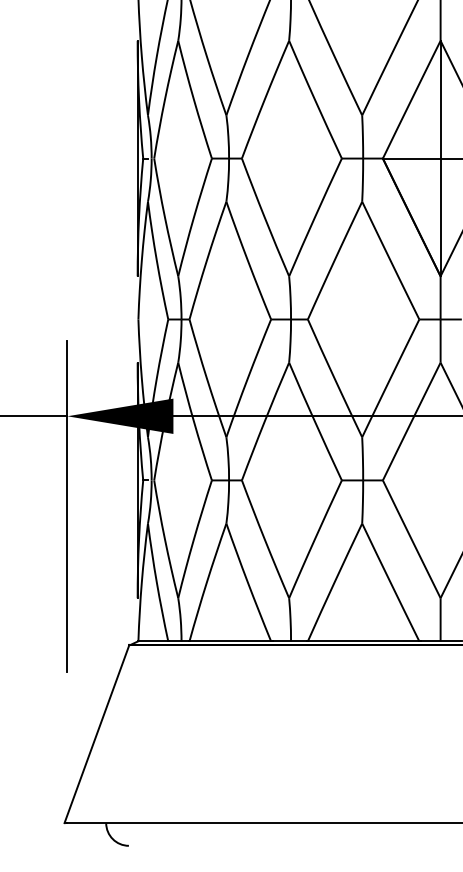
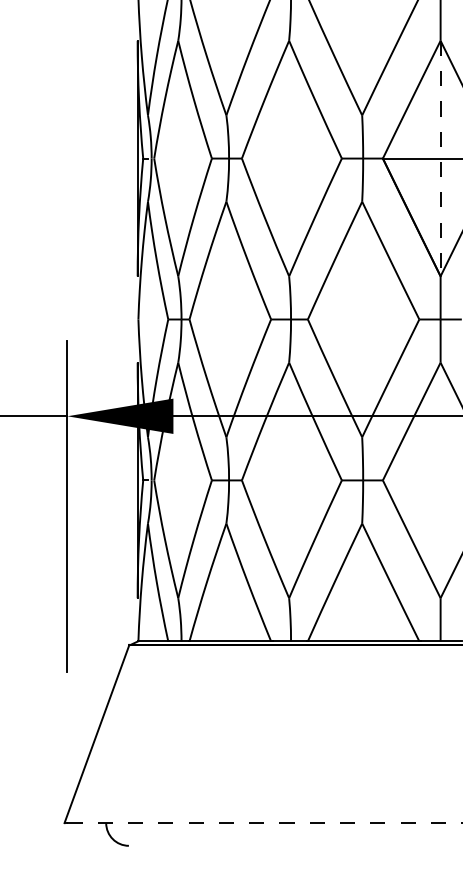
line at (440, 158): solid -> dashed
line at (265, 823): solid -> dashed
